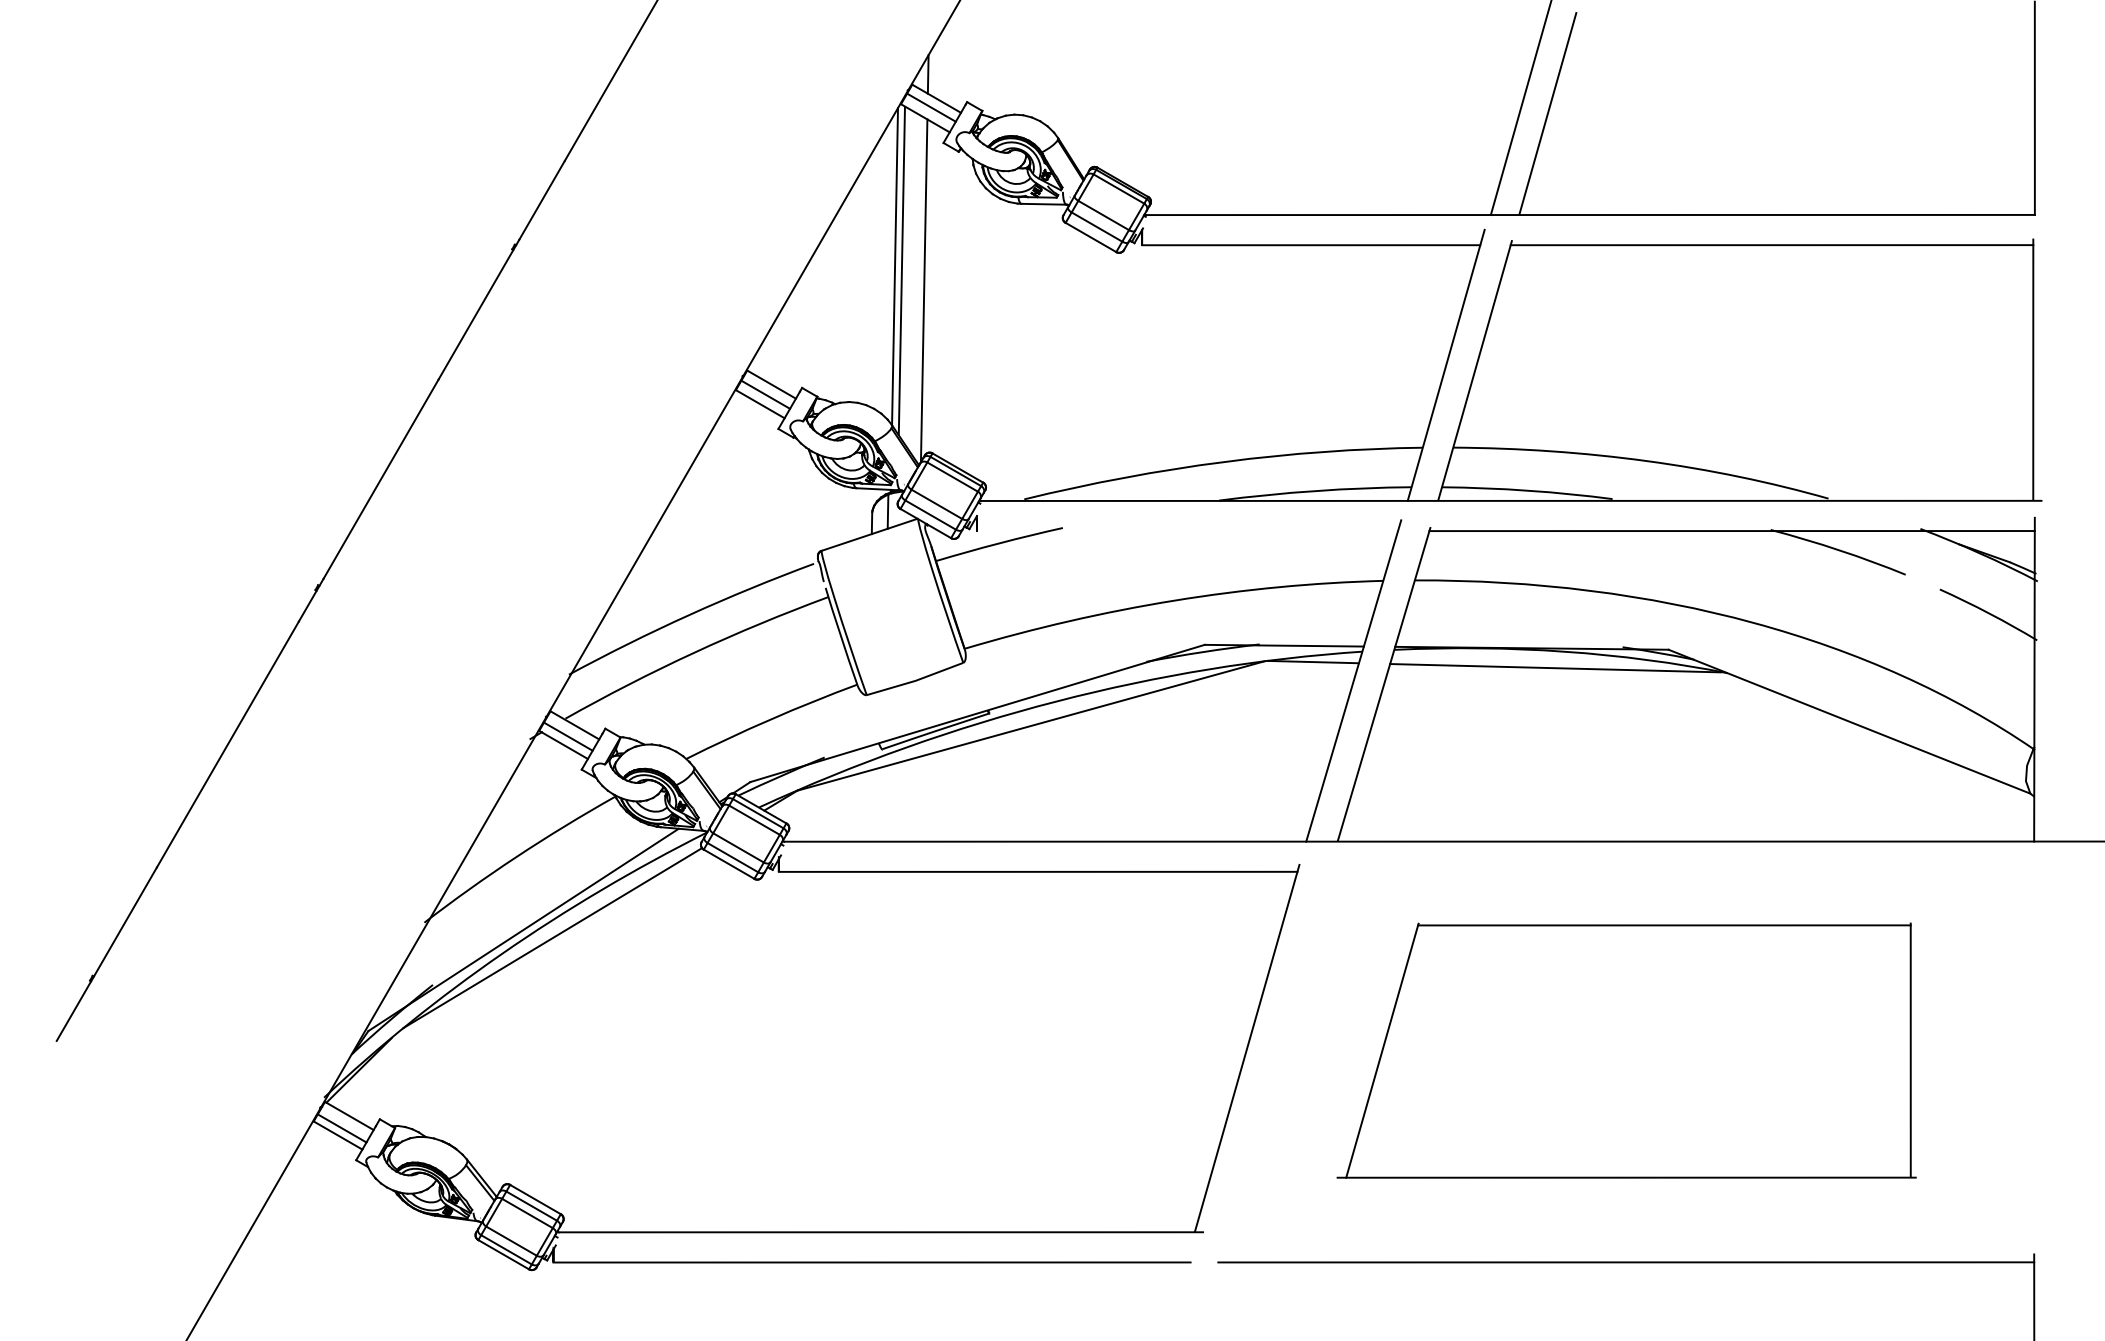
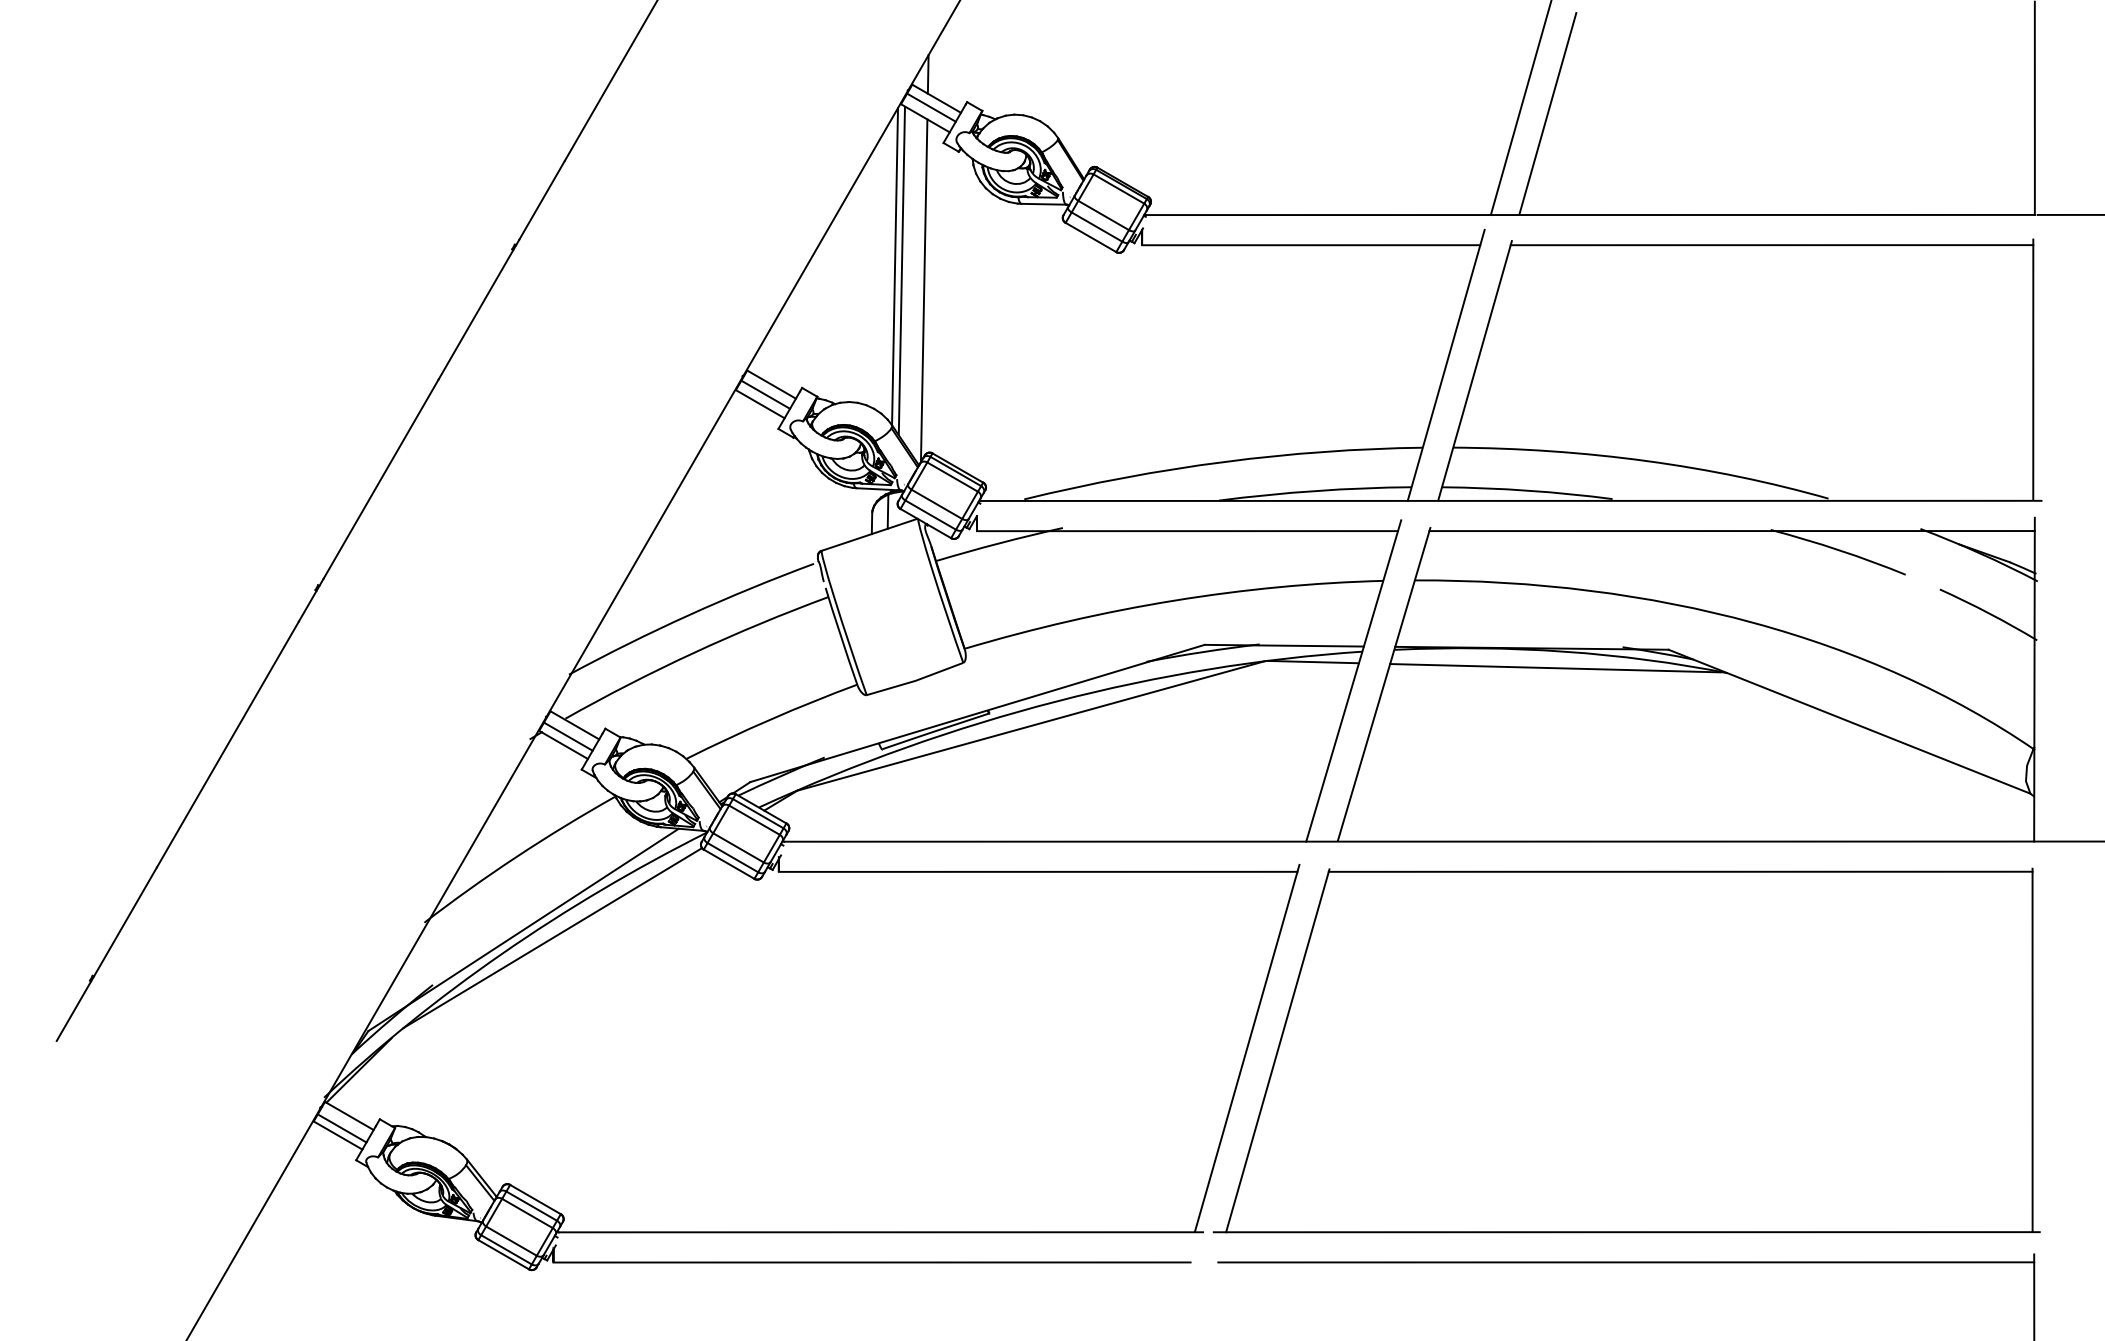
line at (2069, 214): none -> present
line at (1187, 531): none -> present
part at (1626, 1050) size: 581x257 px -> 829x367 px
